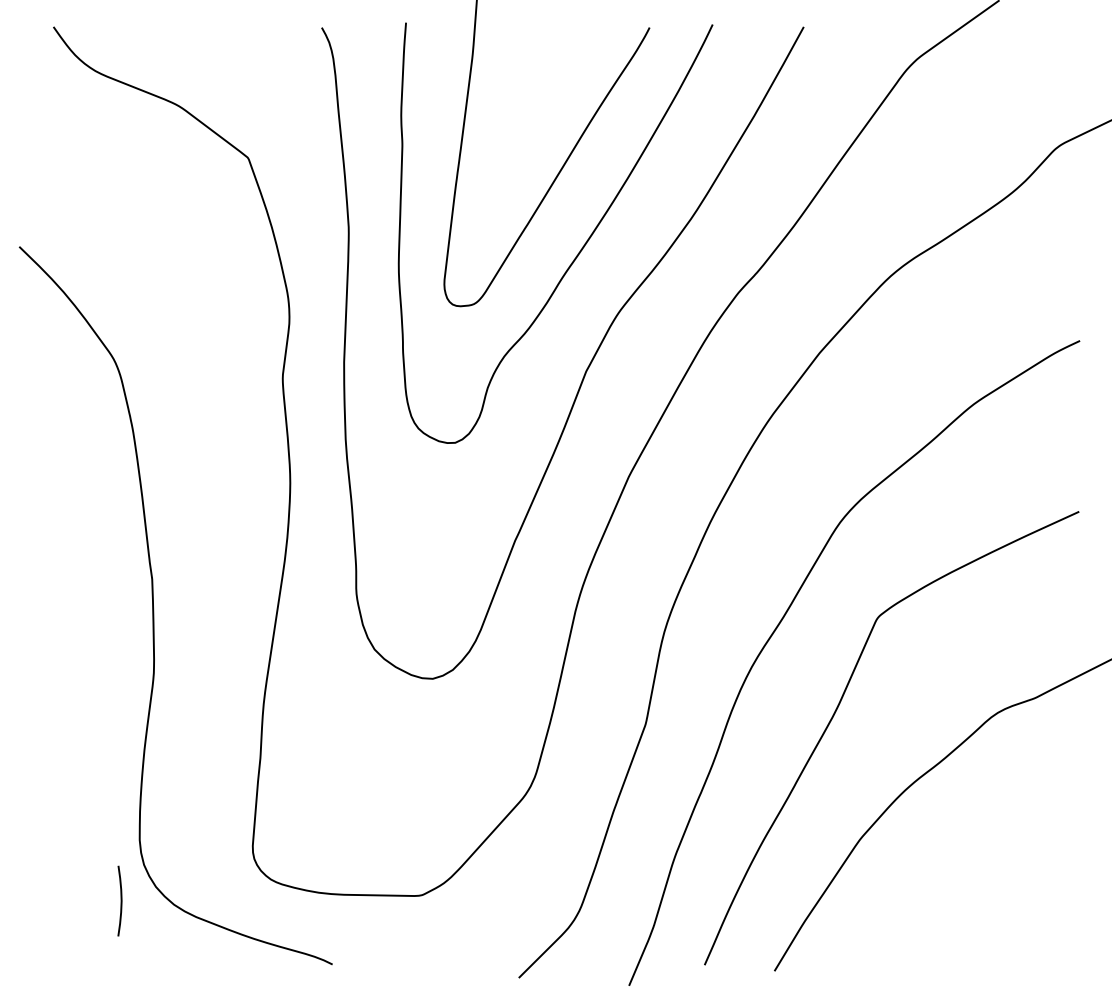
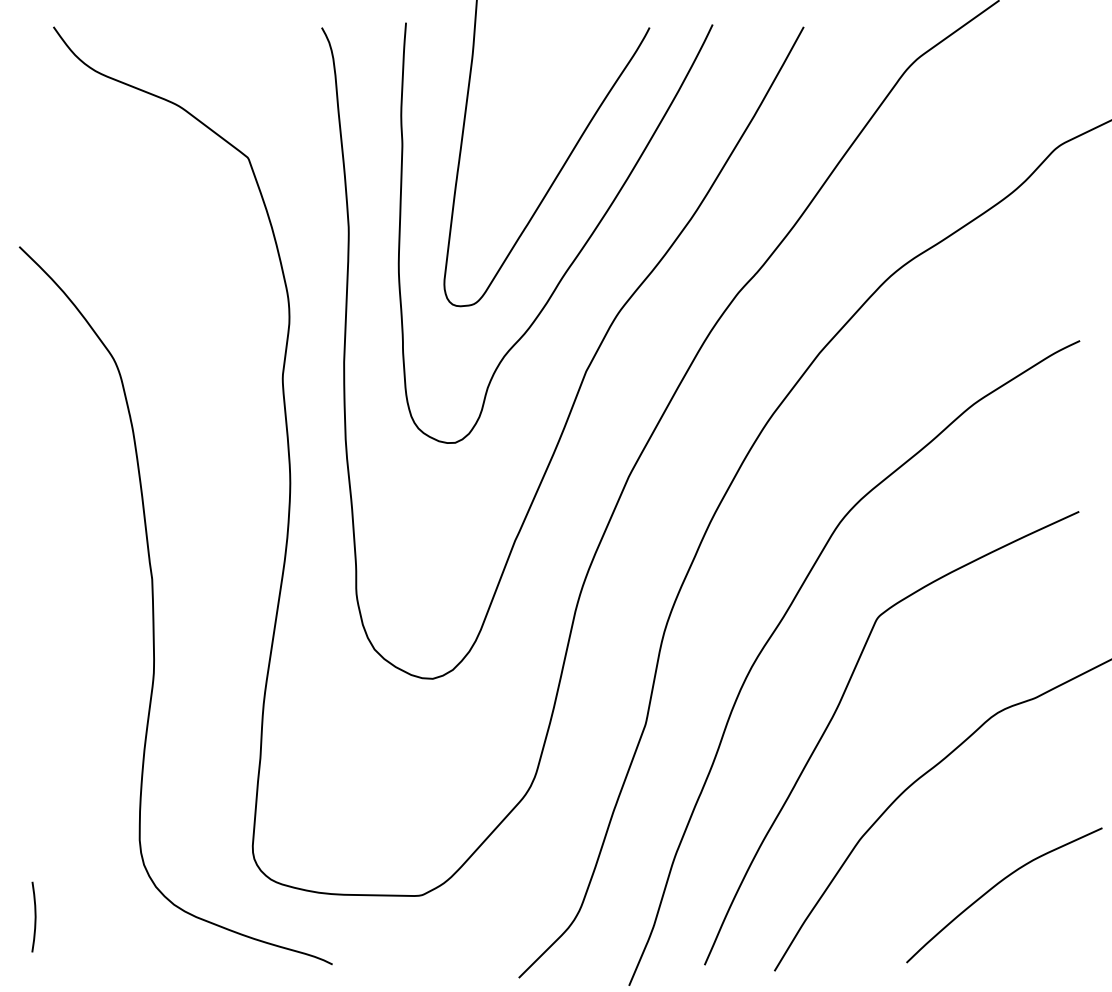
curve at (997, 885): none -> present
curve at (120, 900) position: (120, 900) -> (34, 916)
